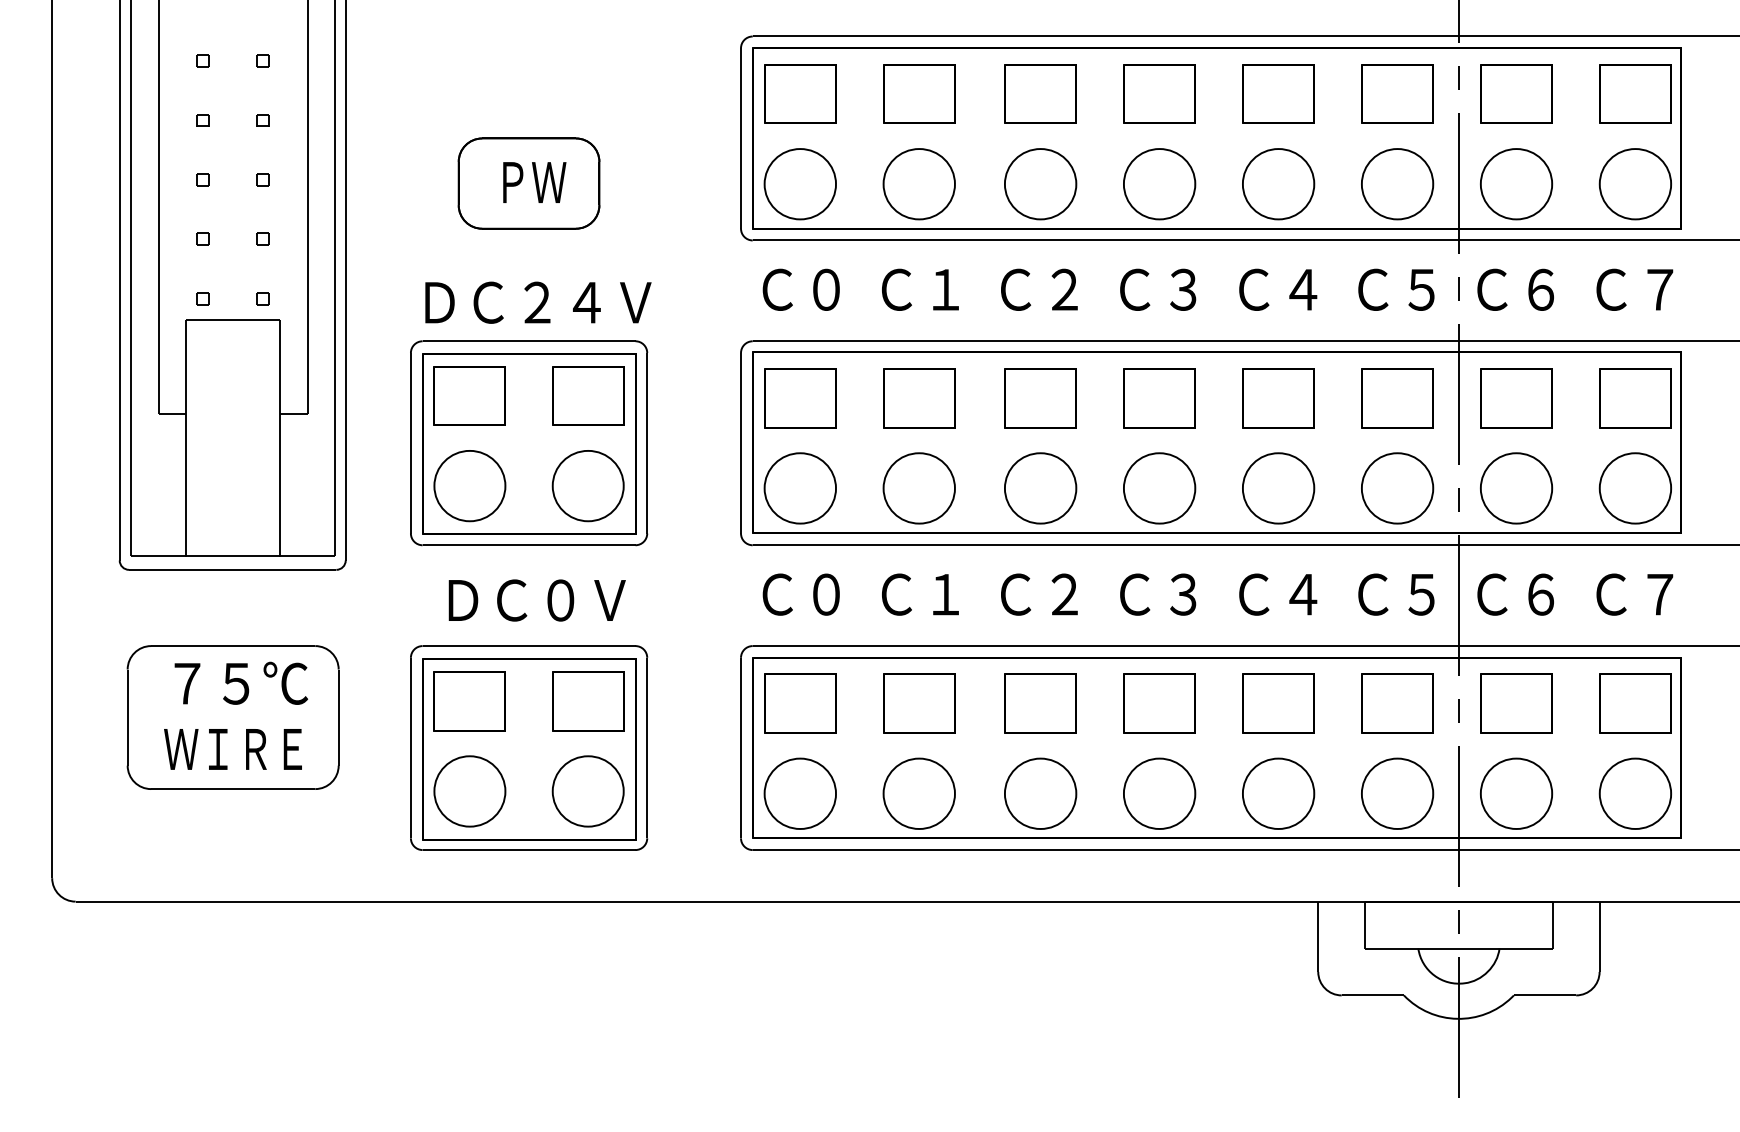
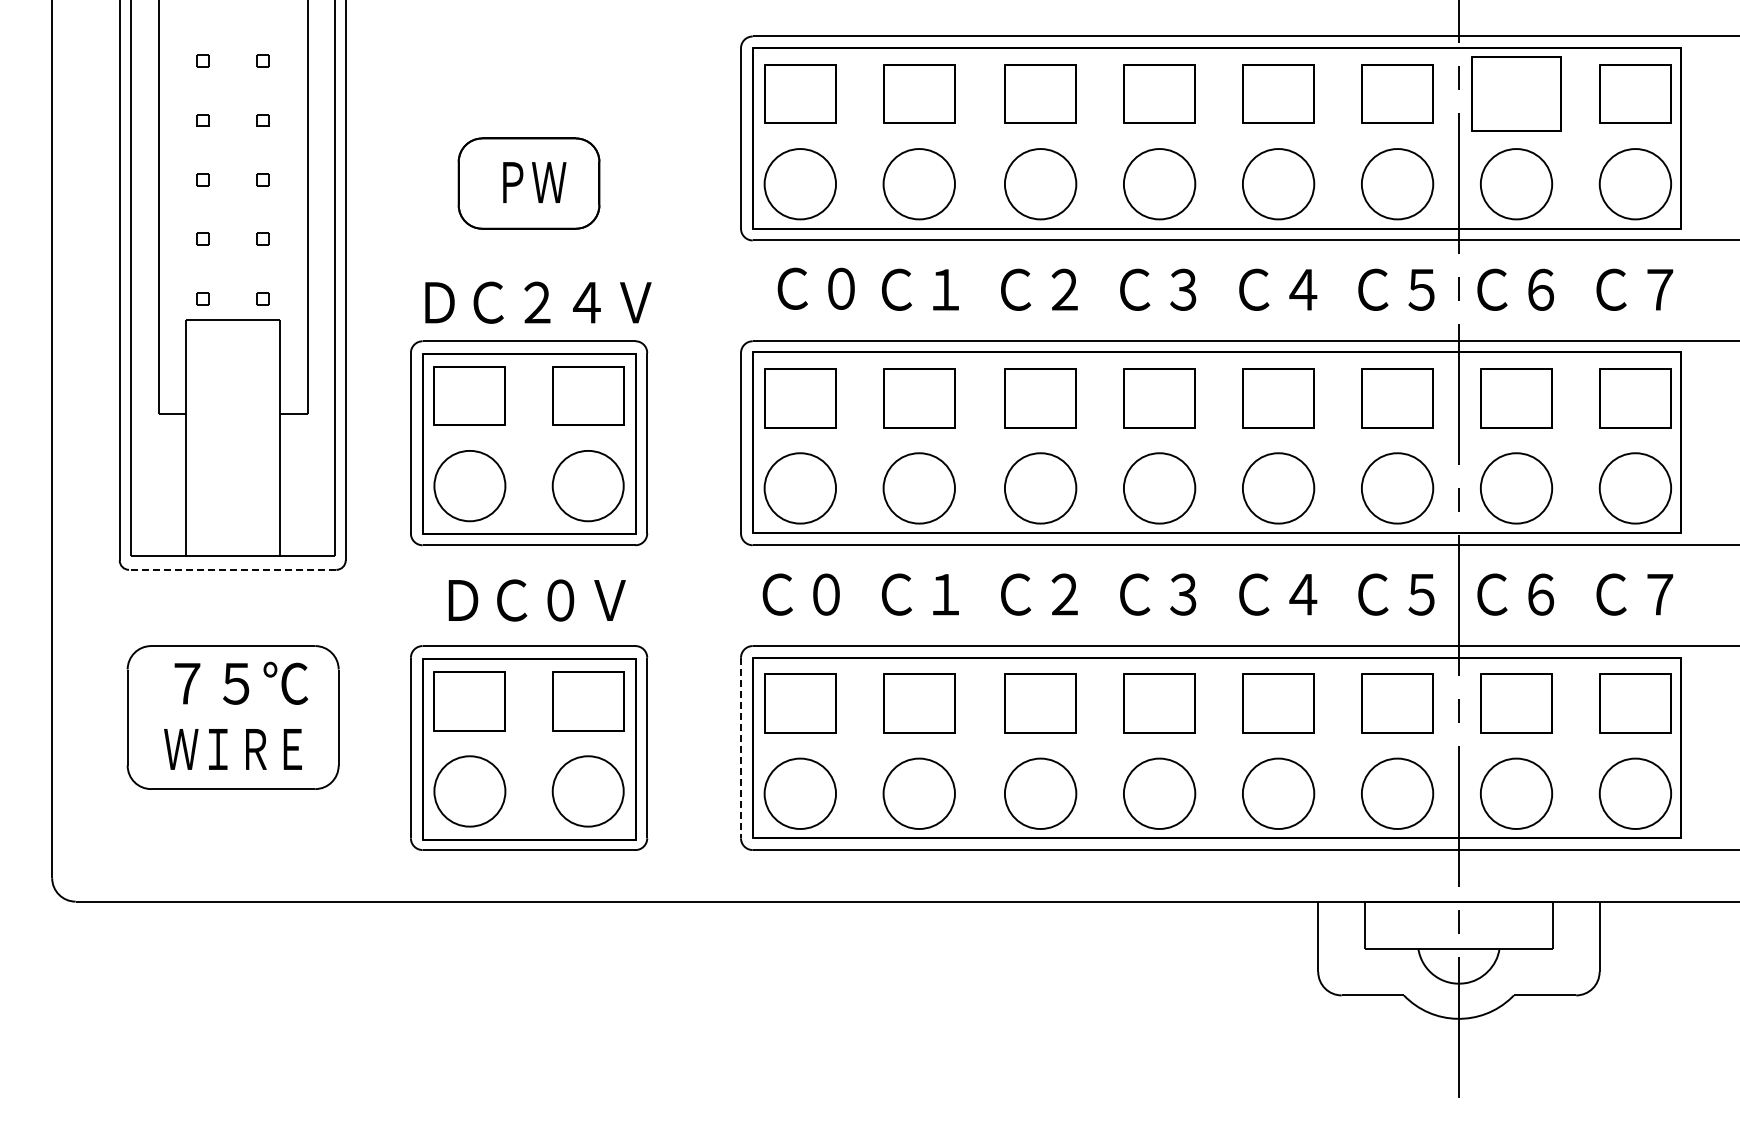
part at (1516, 93) size: 73x60 px -> 91x76 px
text at (800, 289) position: (800, 289) -> (815, 288)
line at (232, 569): solid -> dashed
line at (741, 748): solid -> dashed
